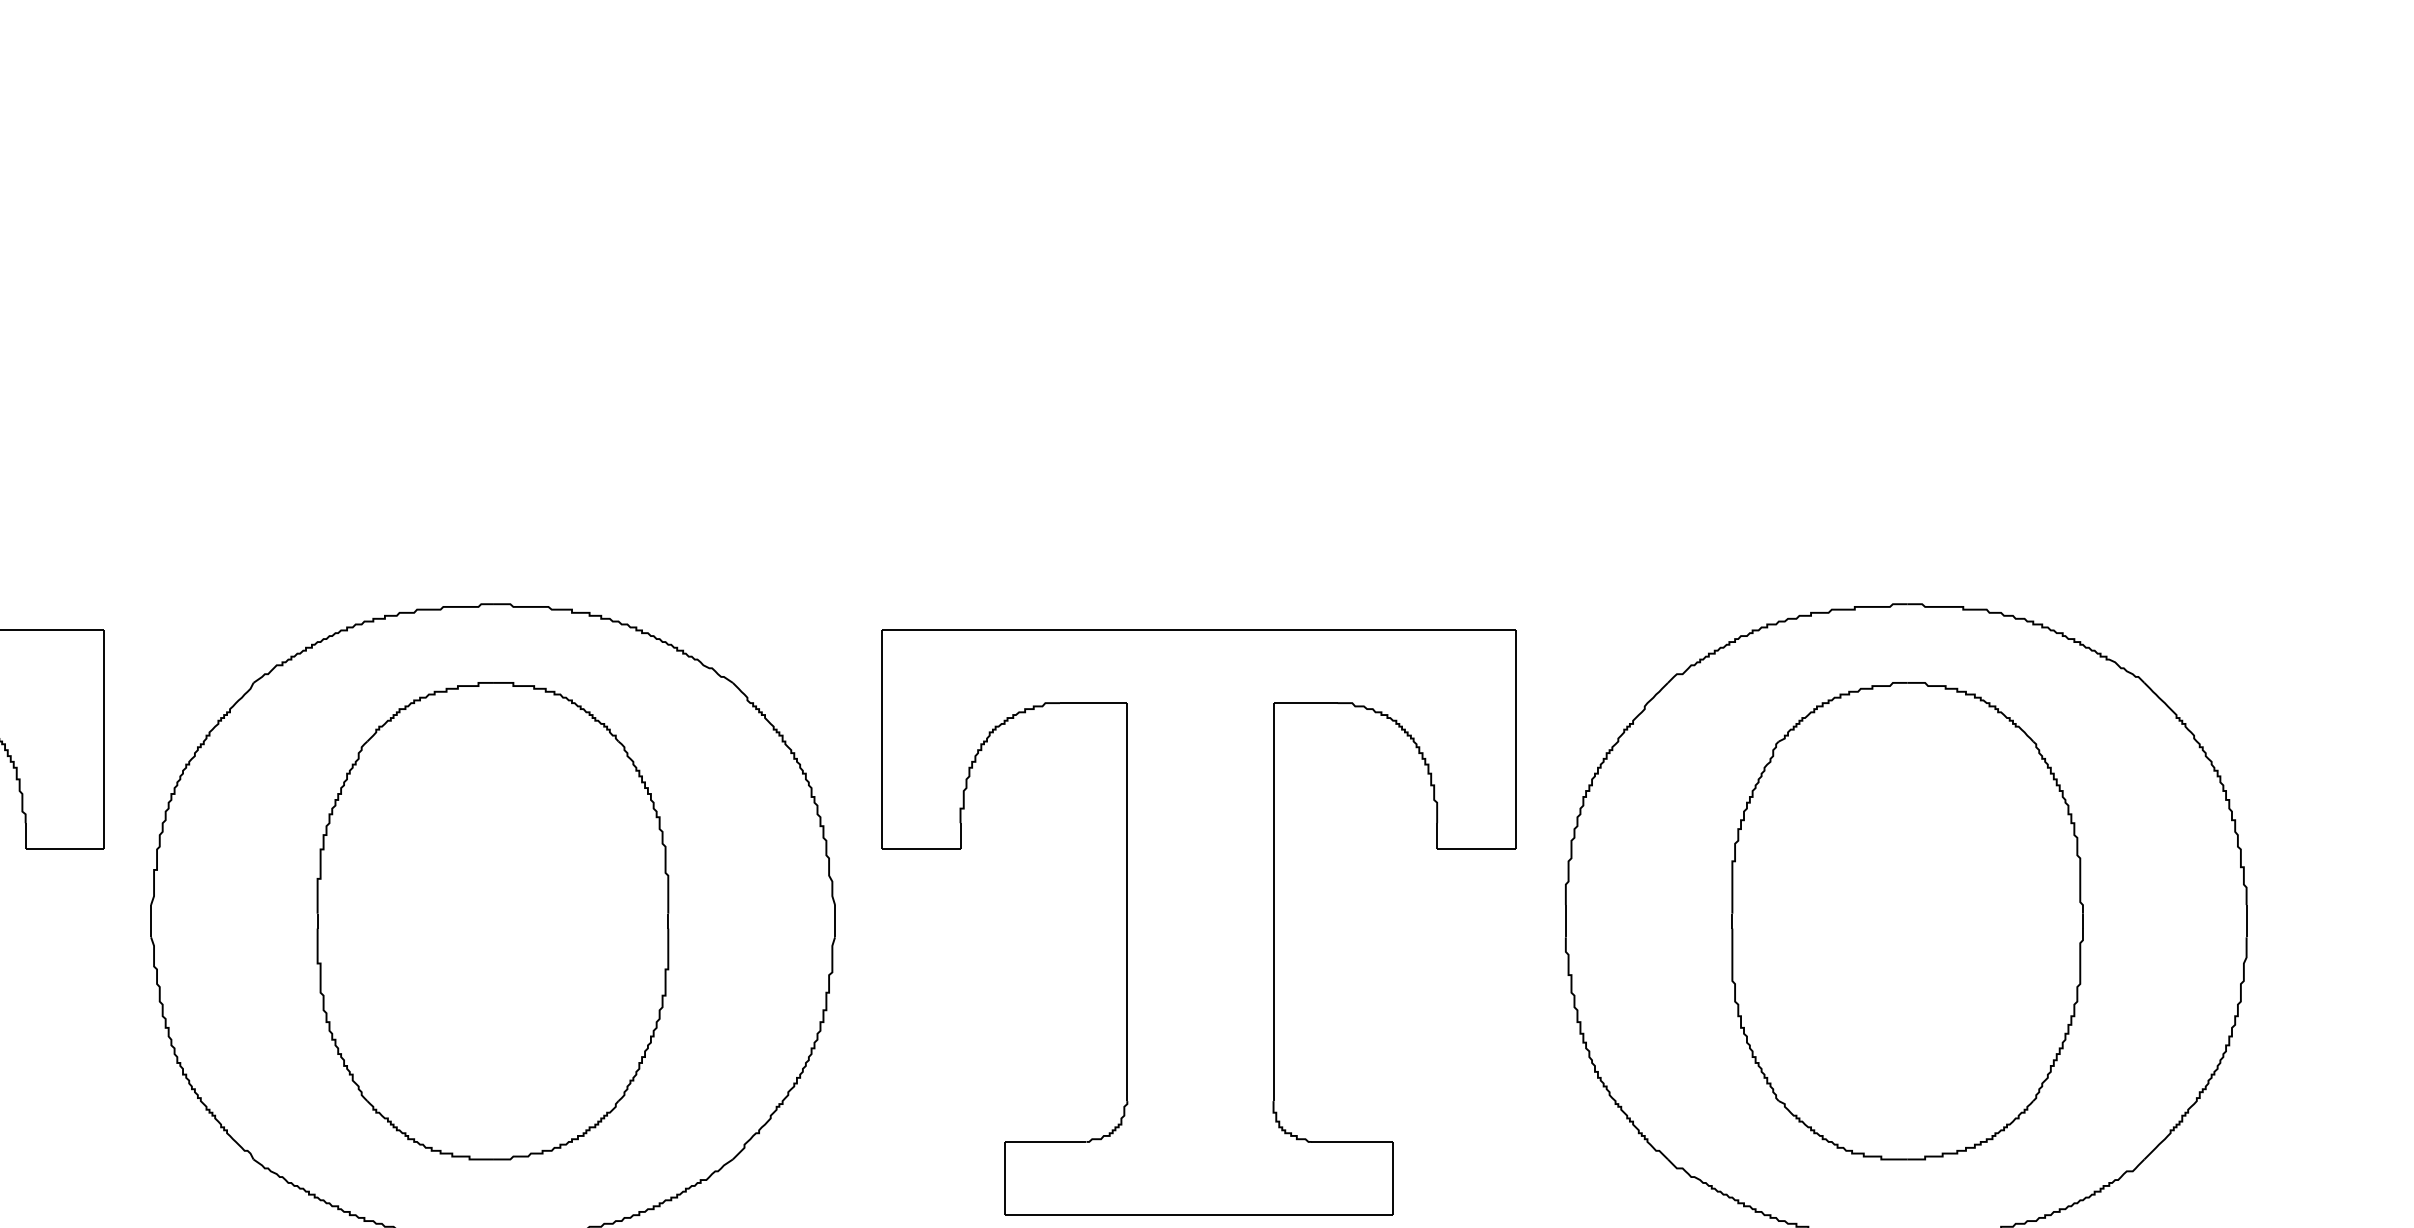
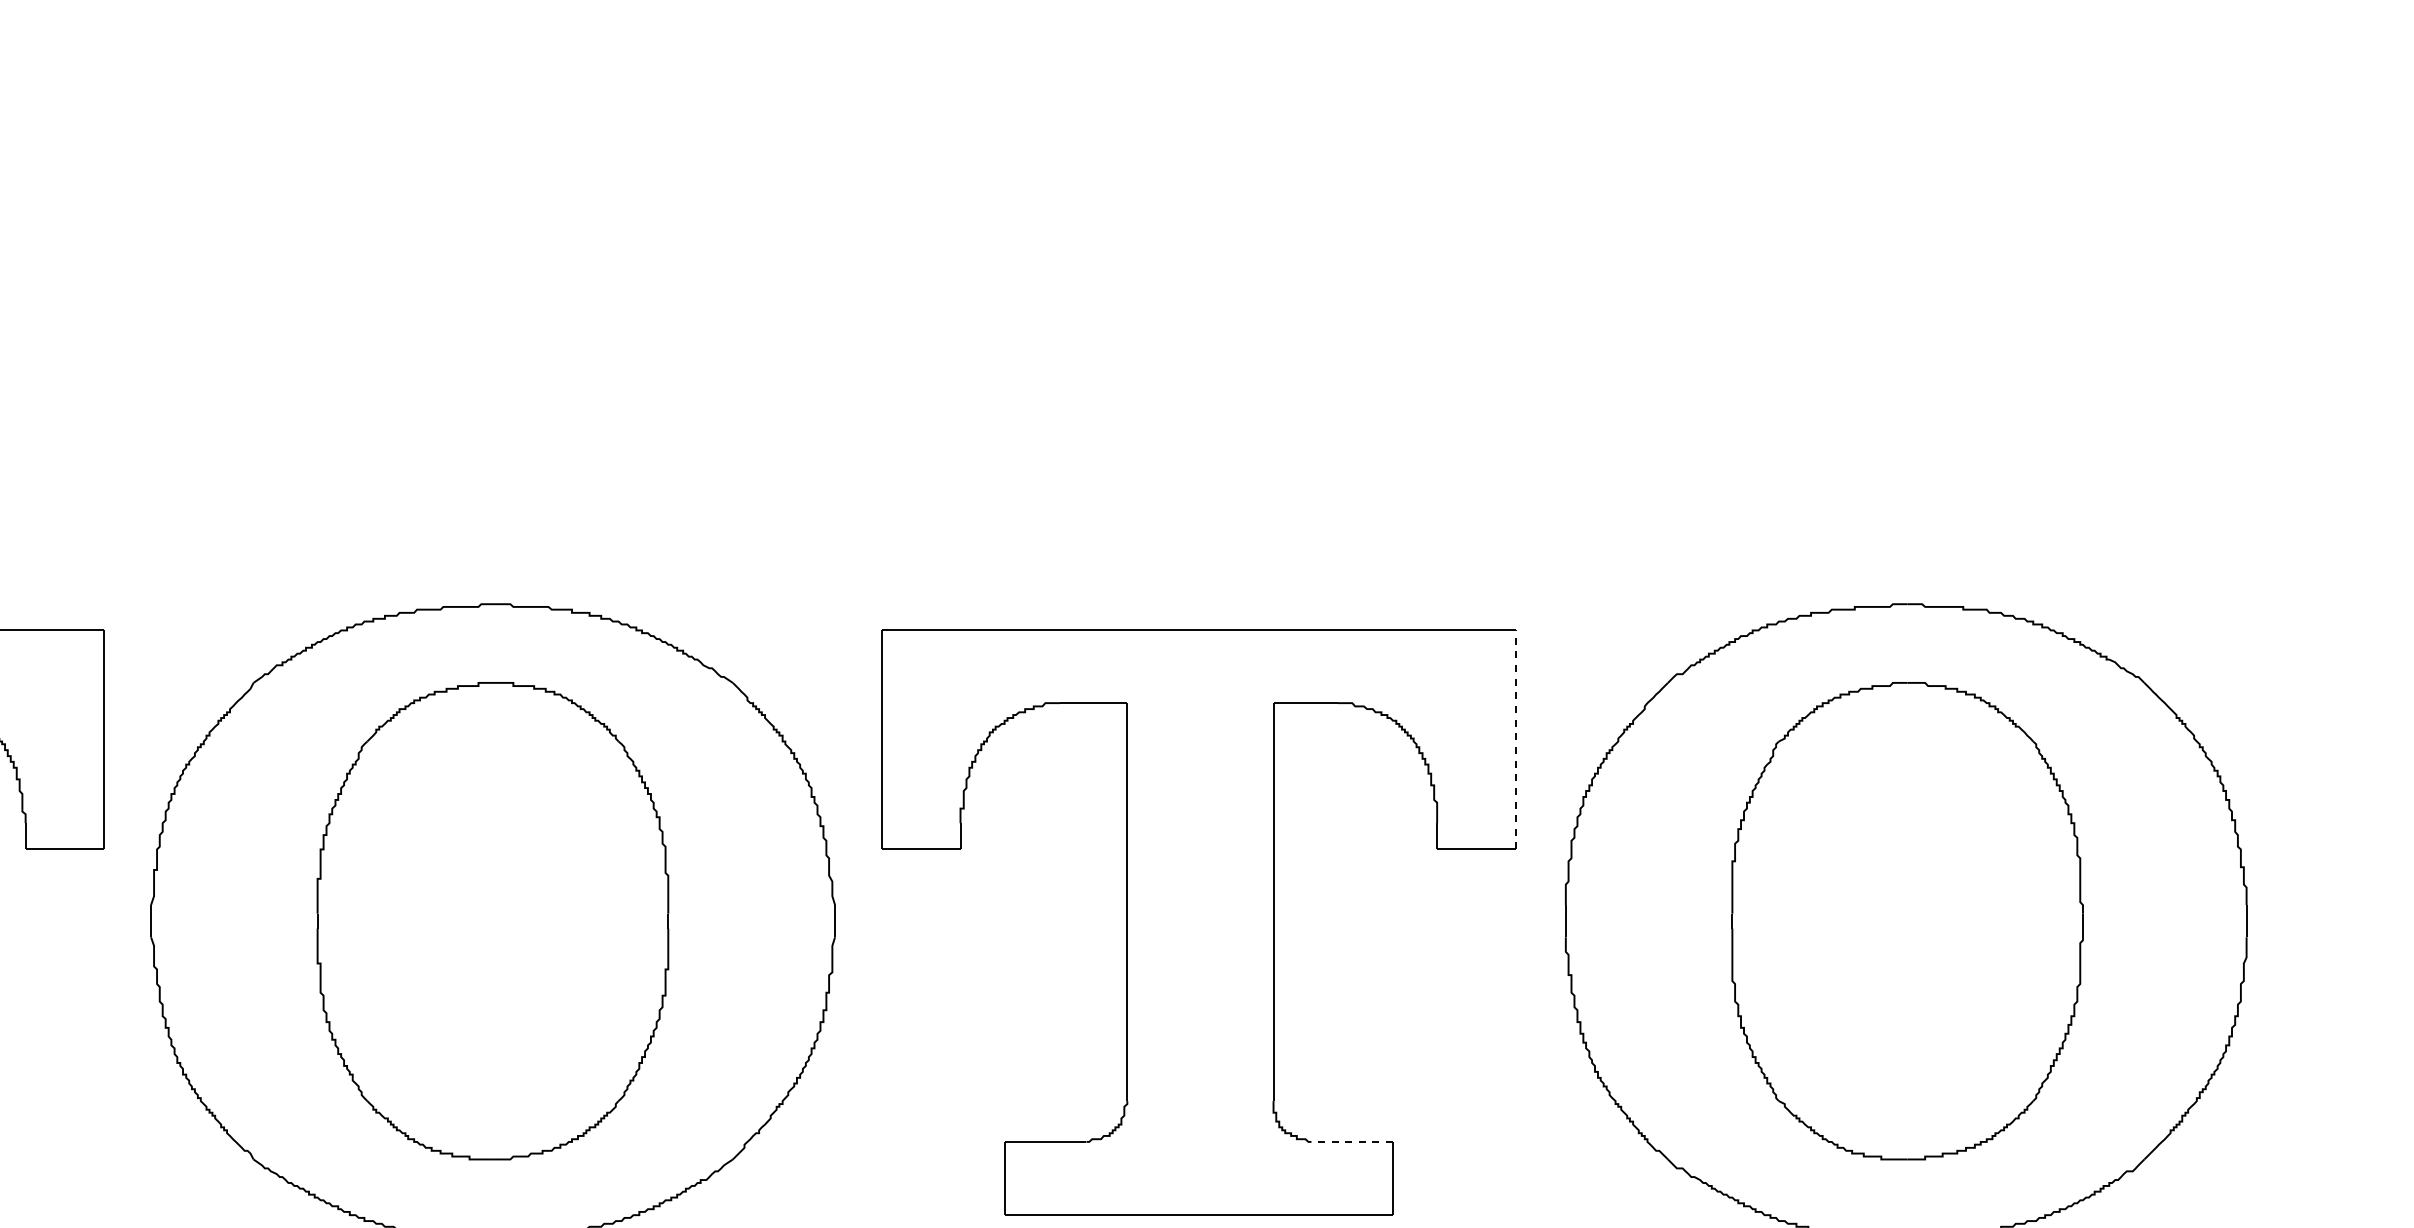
line at (1516, 739): solid -> dashed
line at (1352, 1141): solid -> dashed
